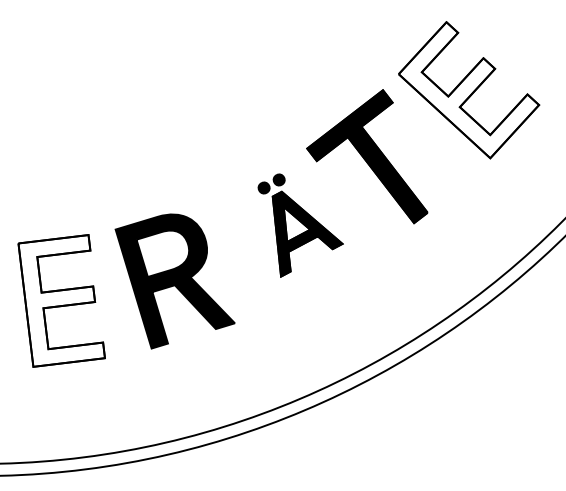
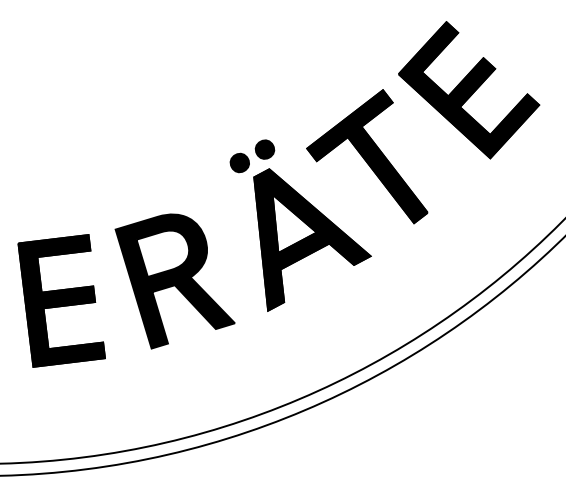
fill at (468, 90): none -> present
part at (300, 225) size: 87x105 px -> 143x173 px
fill at (61, 300): none -> present
